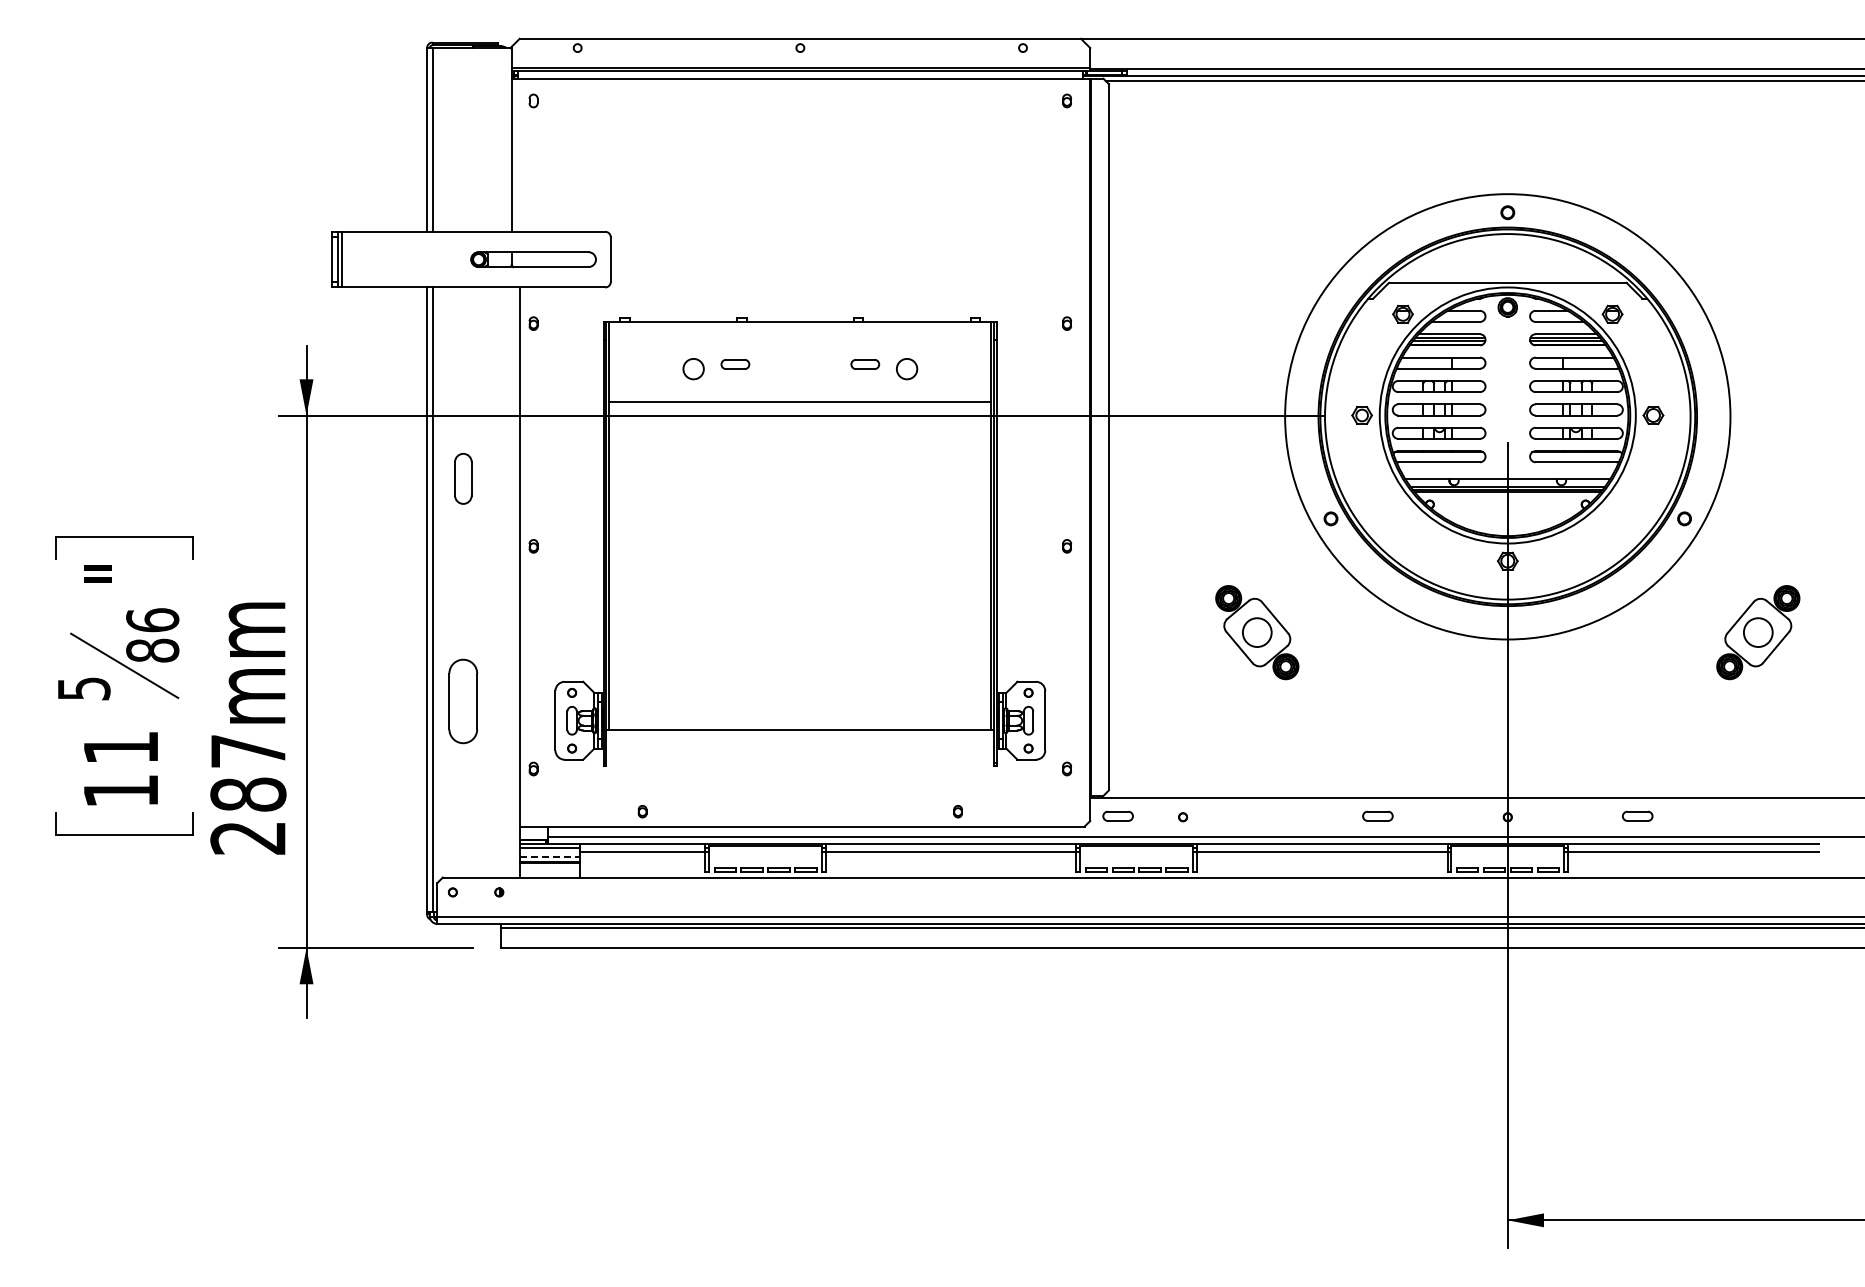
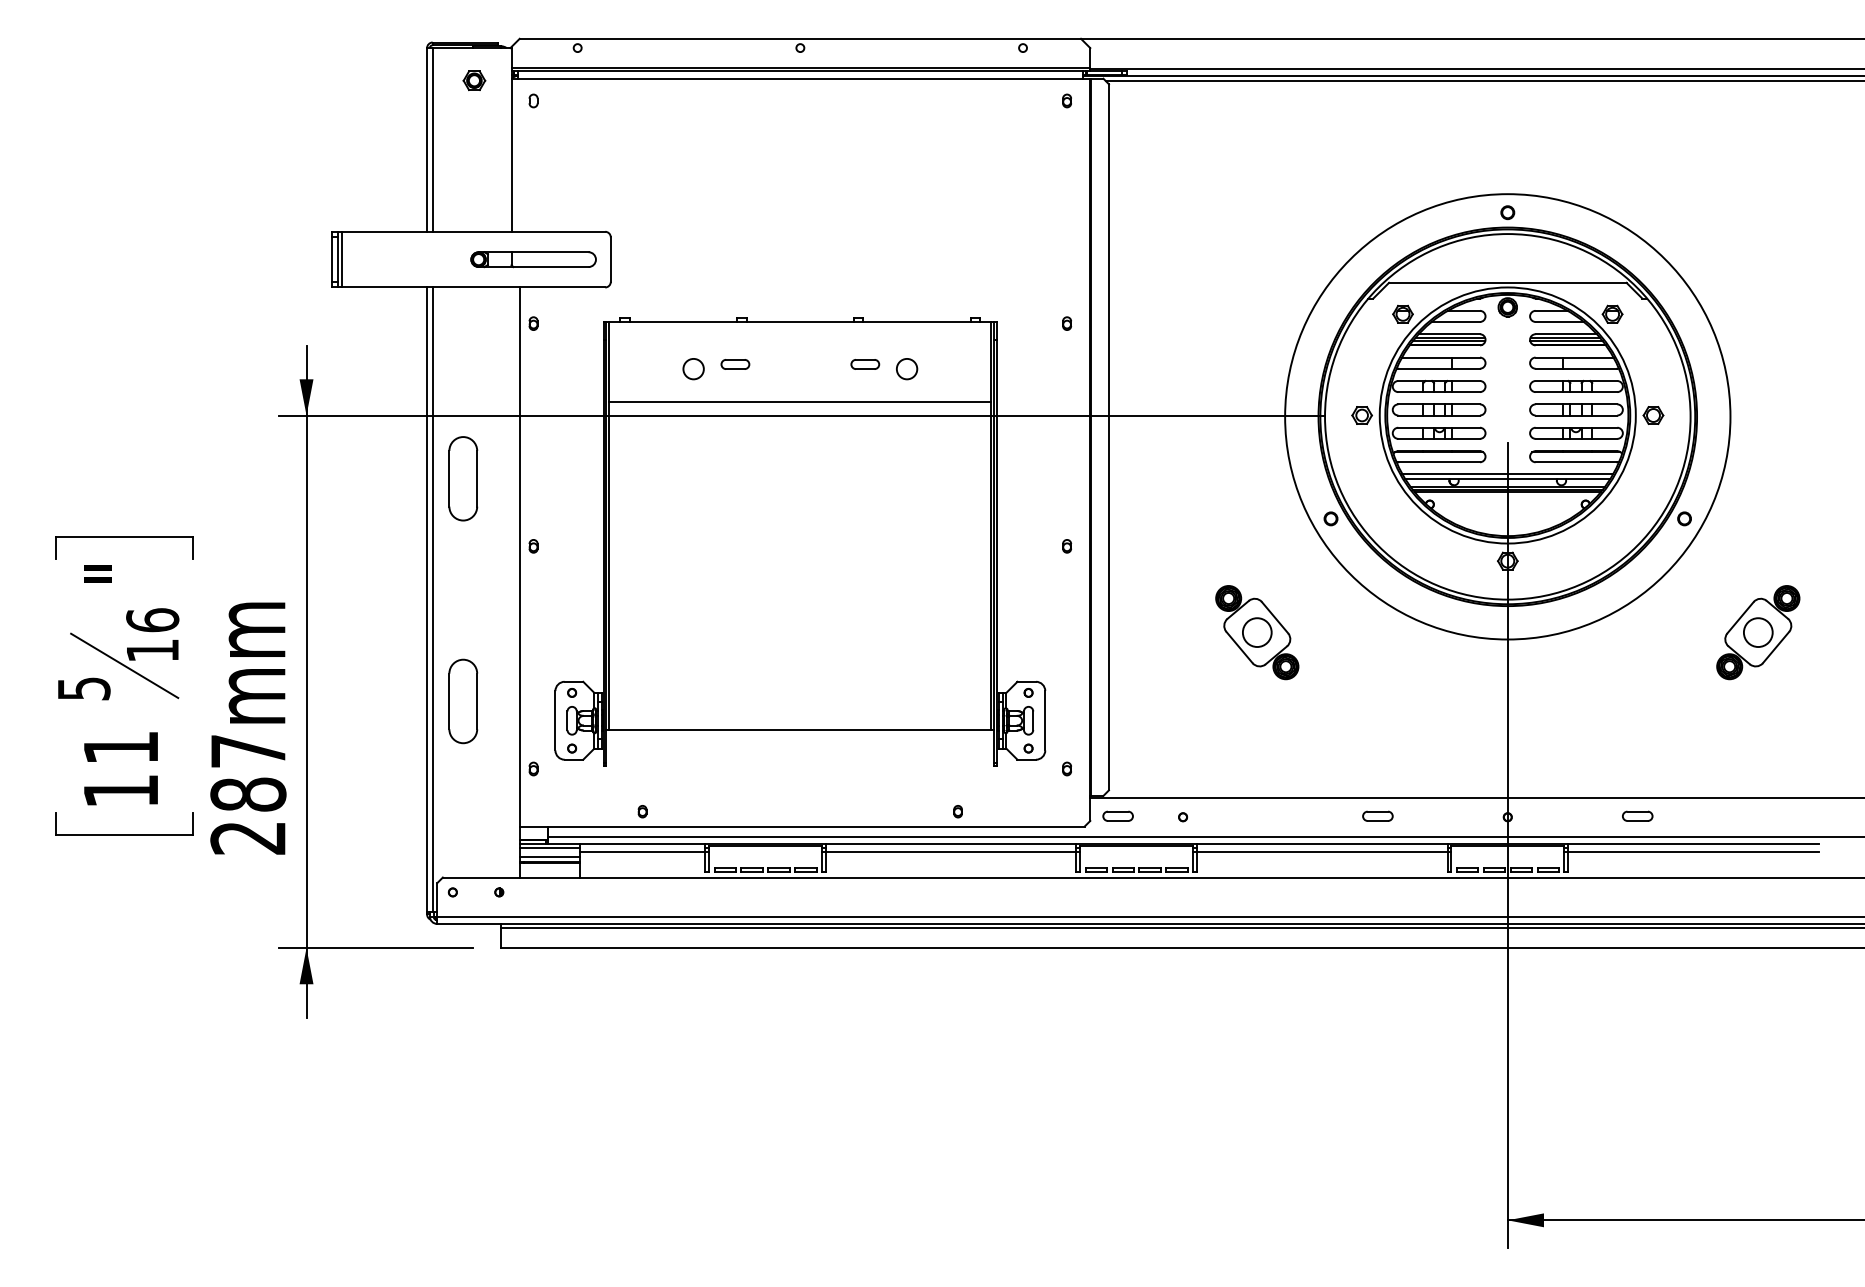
part at (474, 80): none -> present
line at (1507, 474): none -> present
part at (463, 478) size: 19x52 px -> 31x86 px
text at (152, 650): 86 -> 16
line at (550, 857): dashed -> solid
